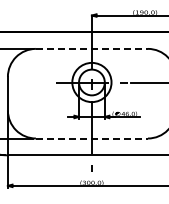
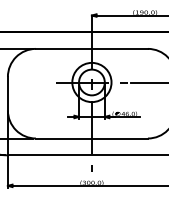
line at (92, 48): dashed -> solid
line at (92, 138): dashed -> solid
